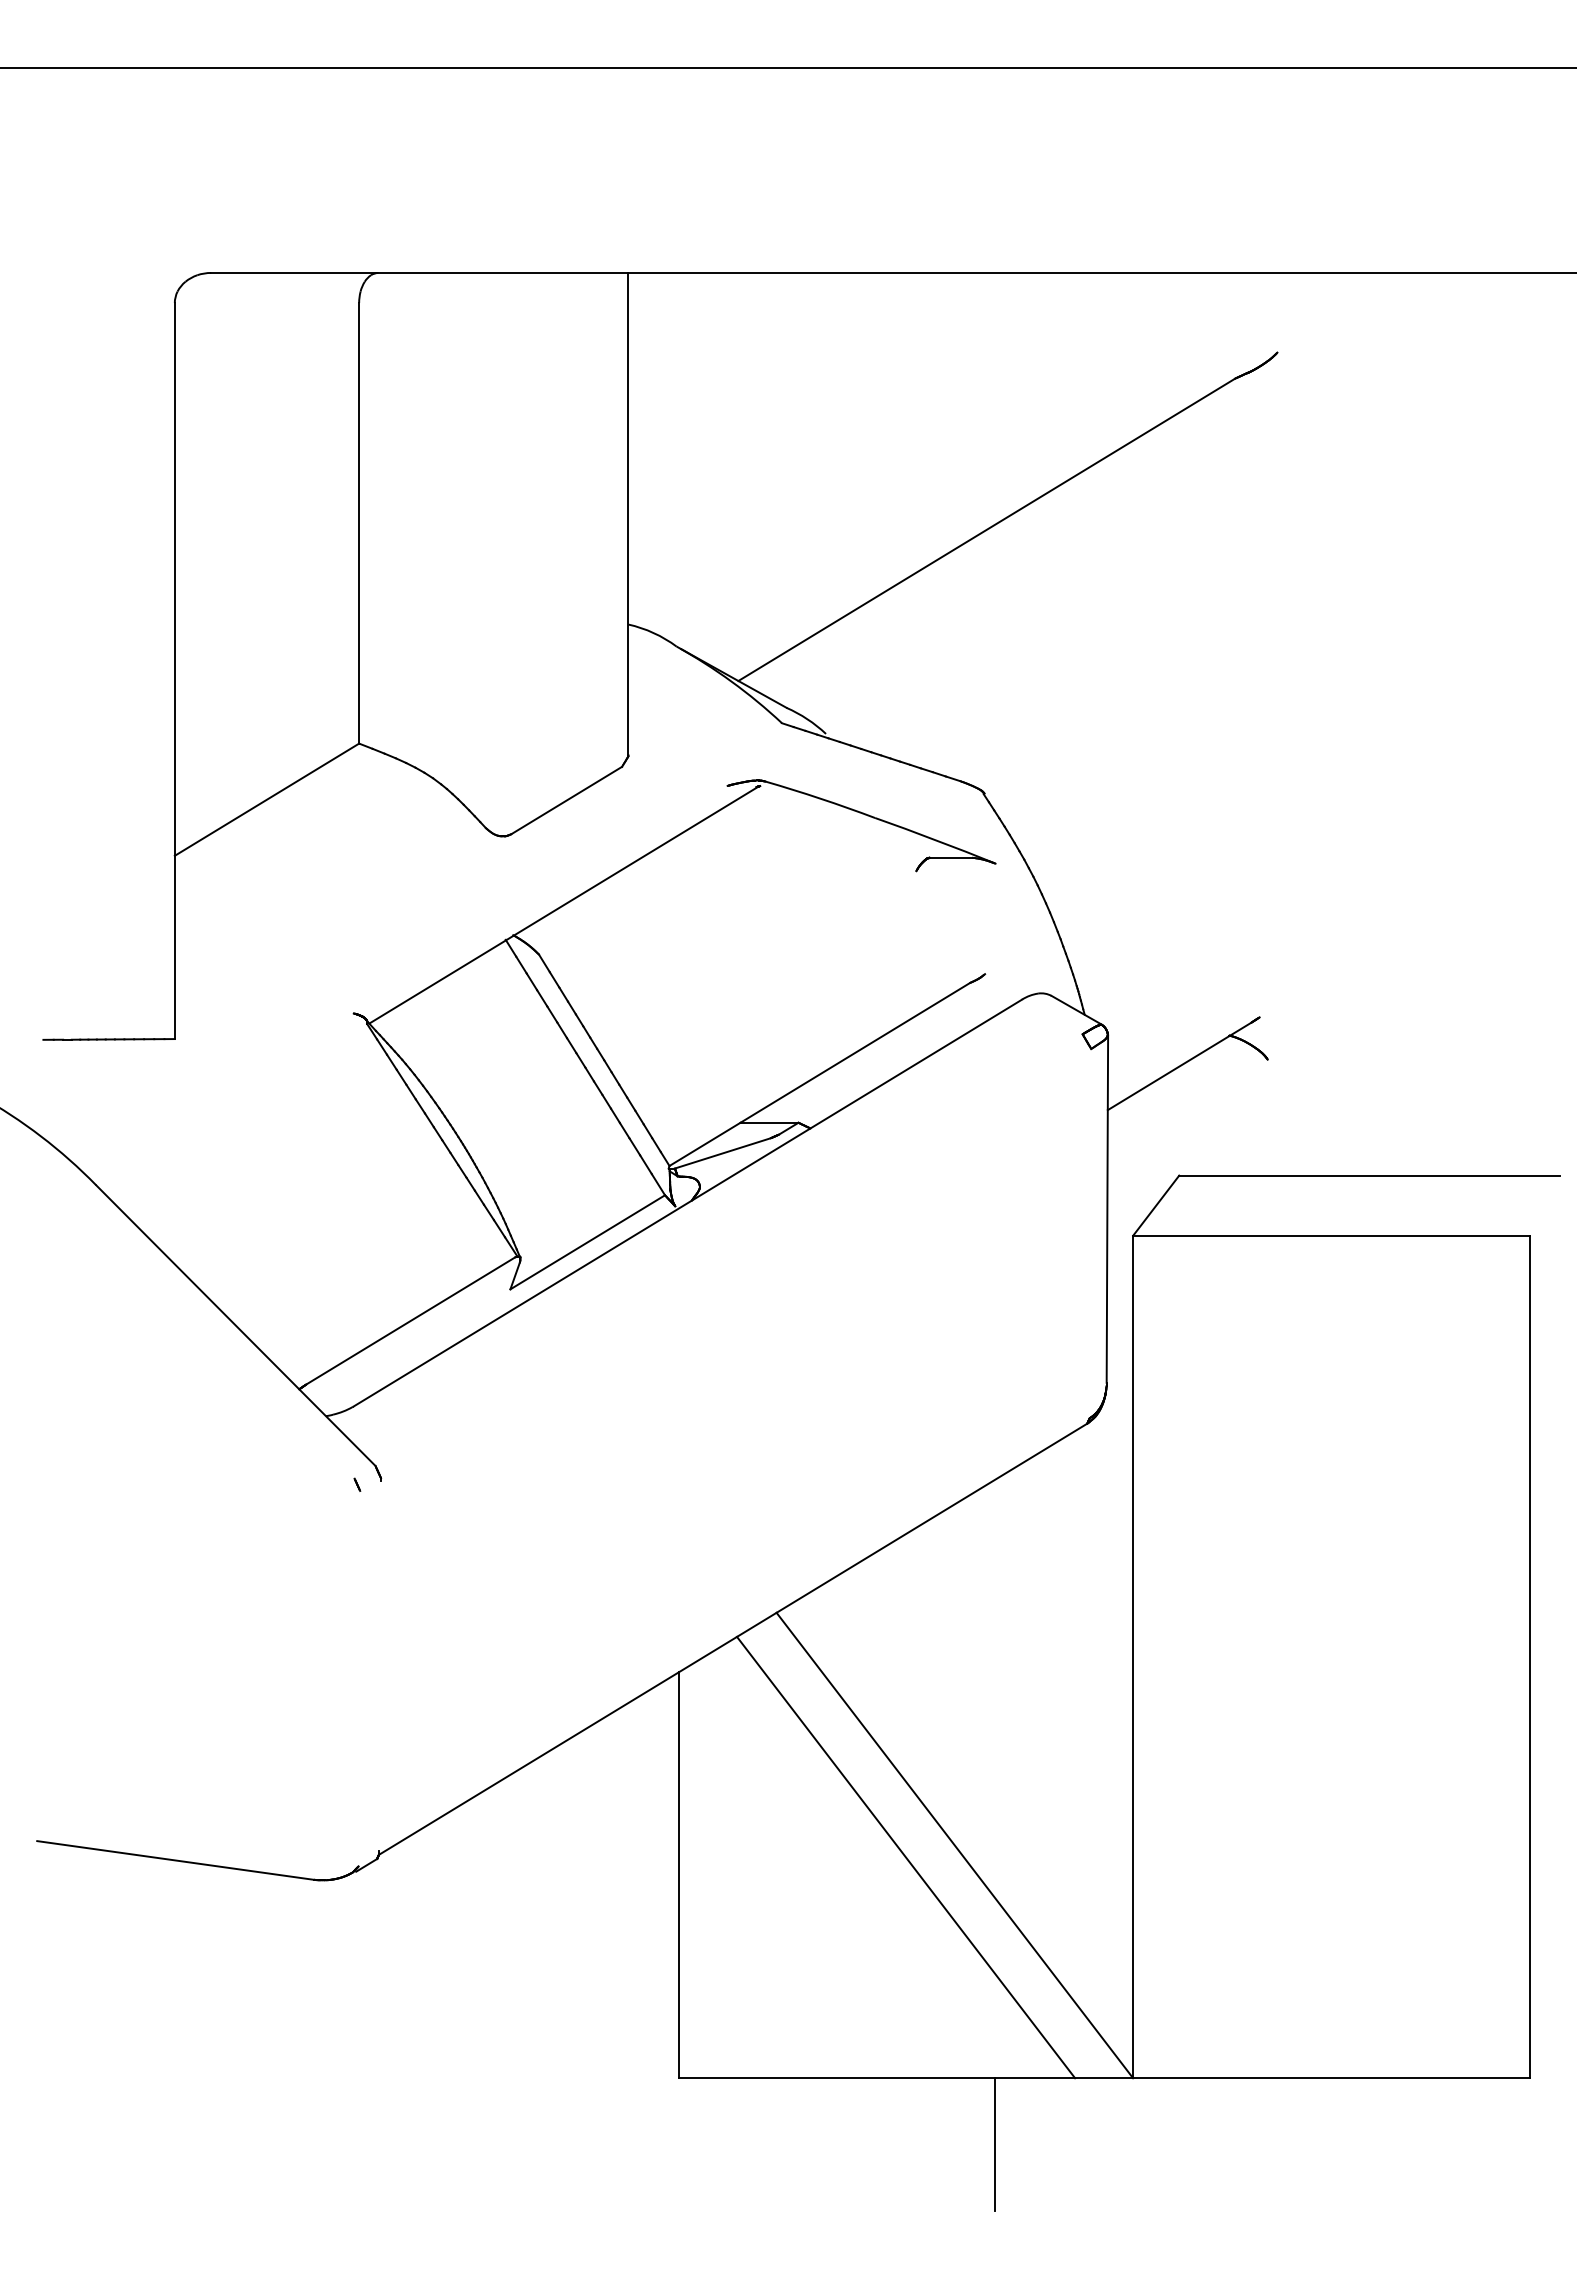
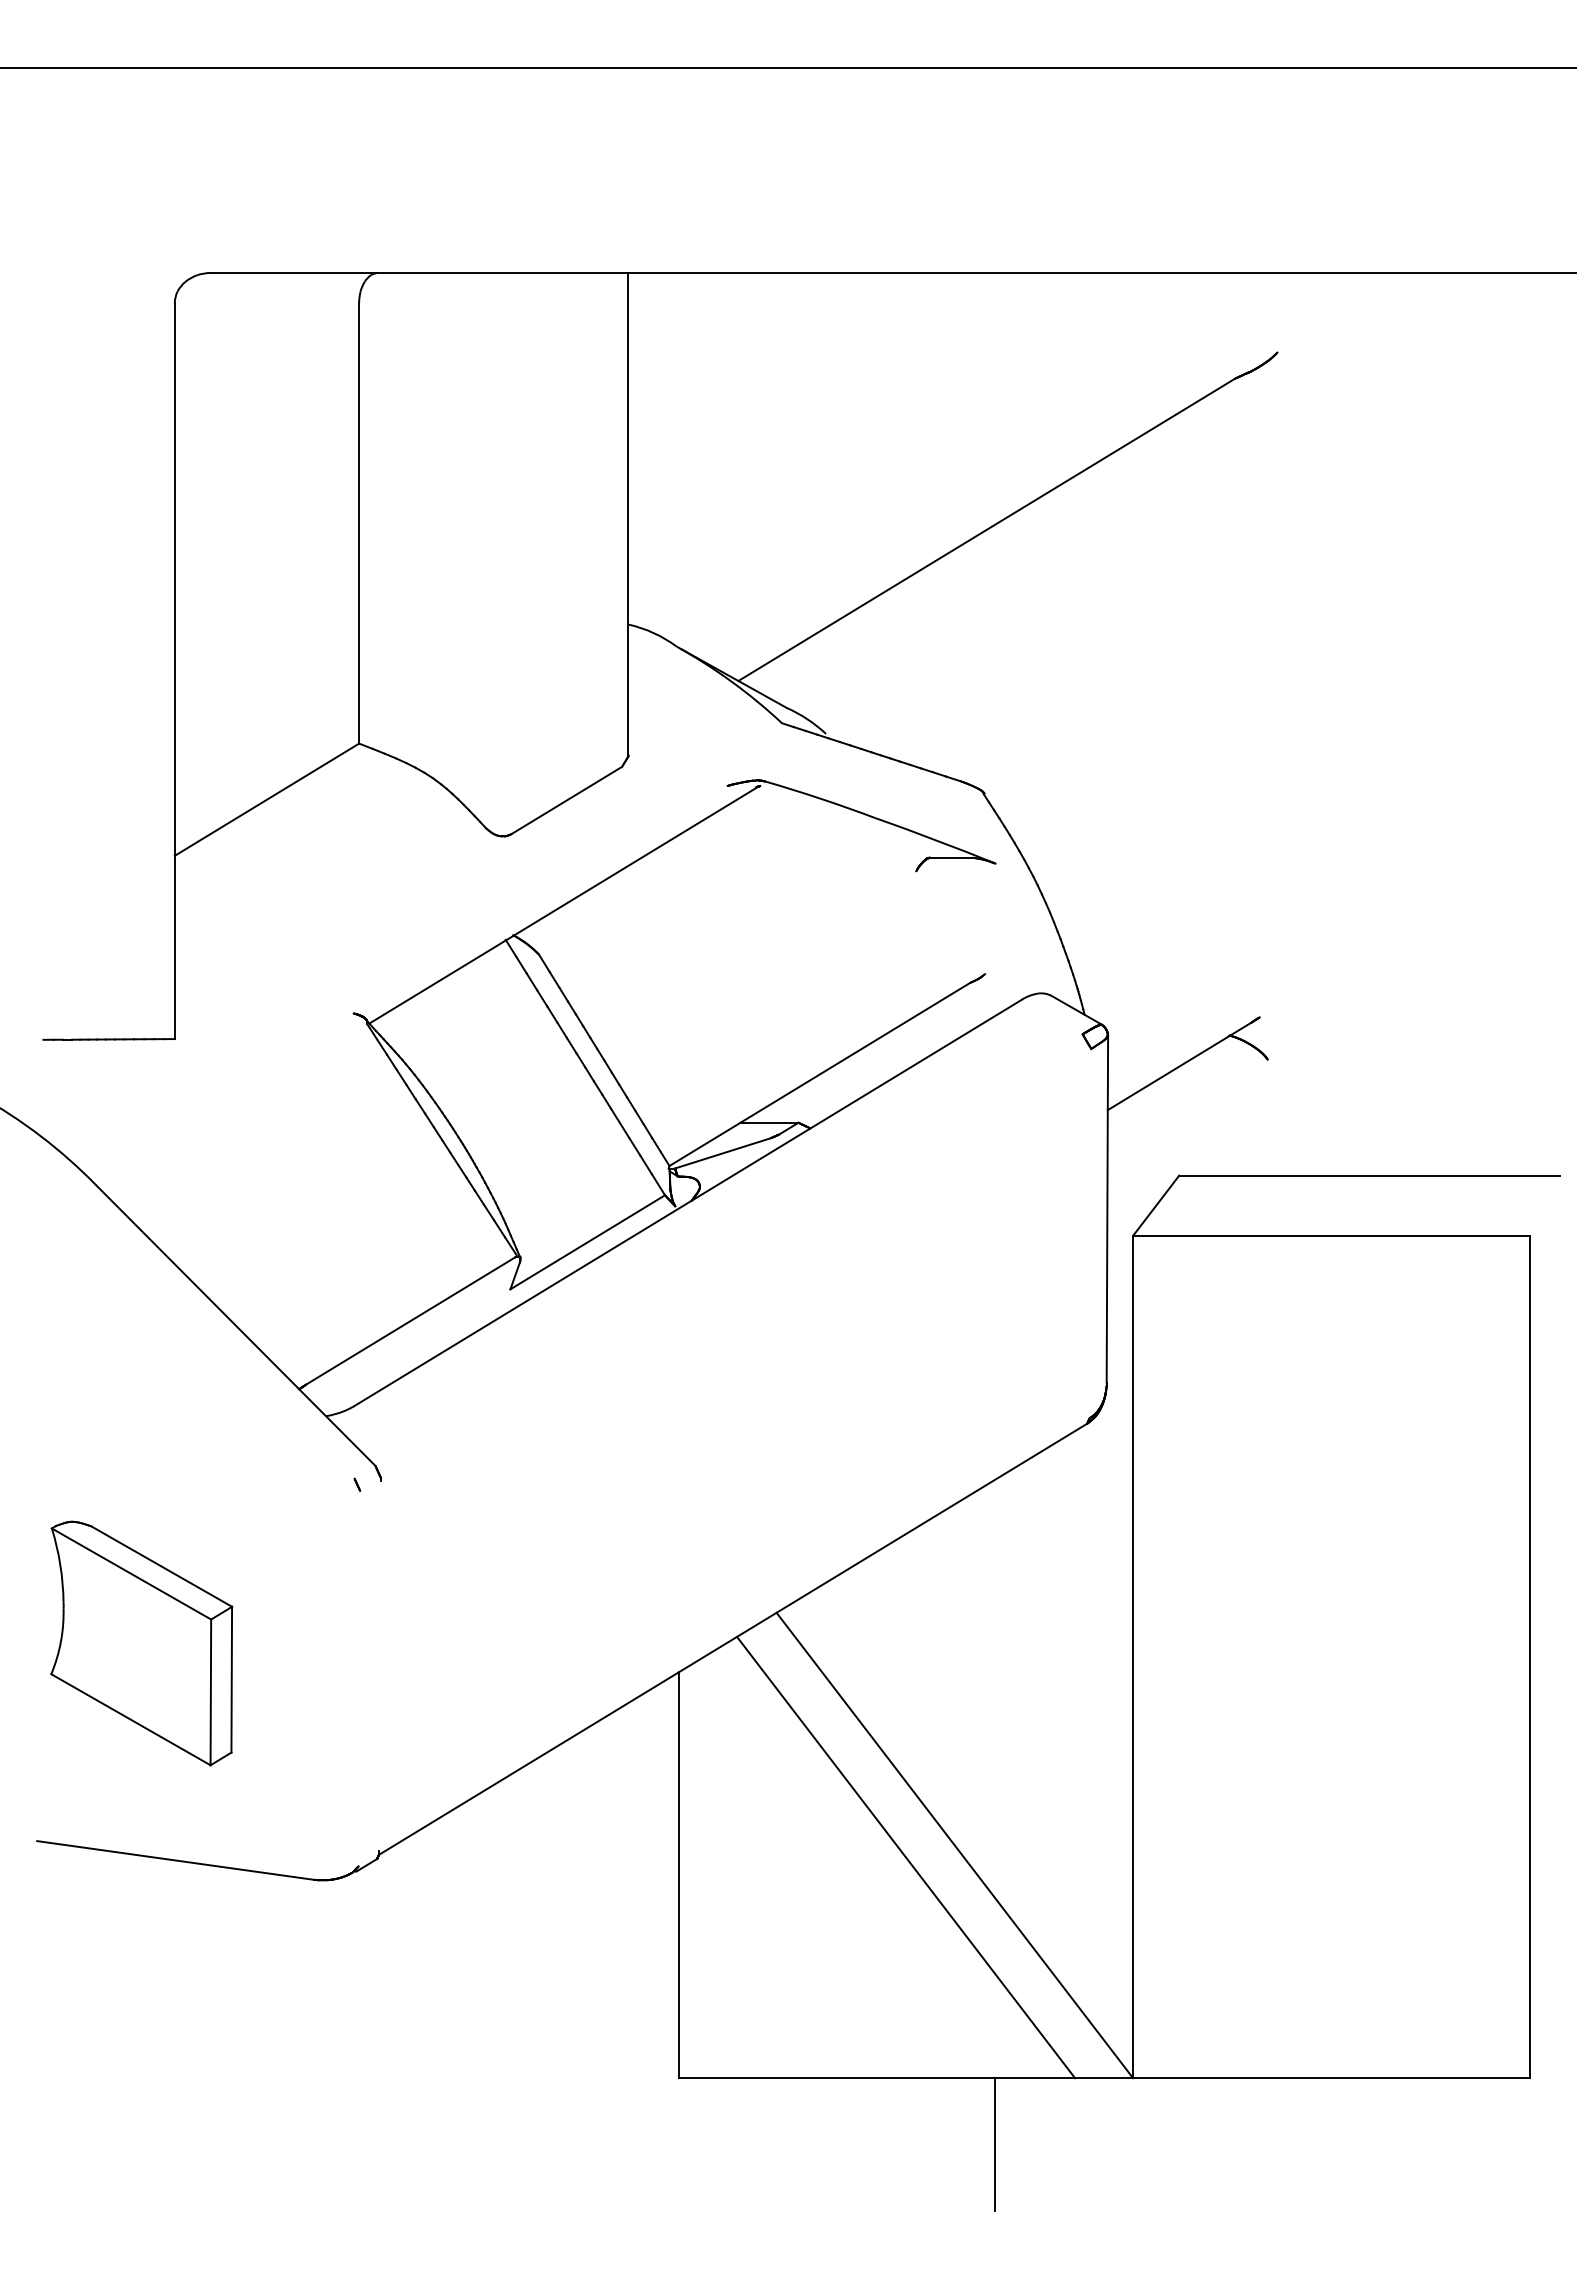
part at (141, 1643): none -> present
